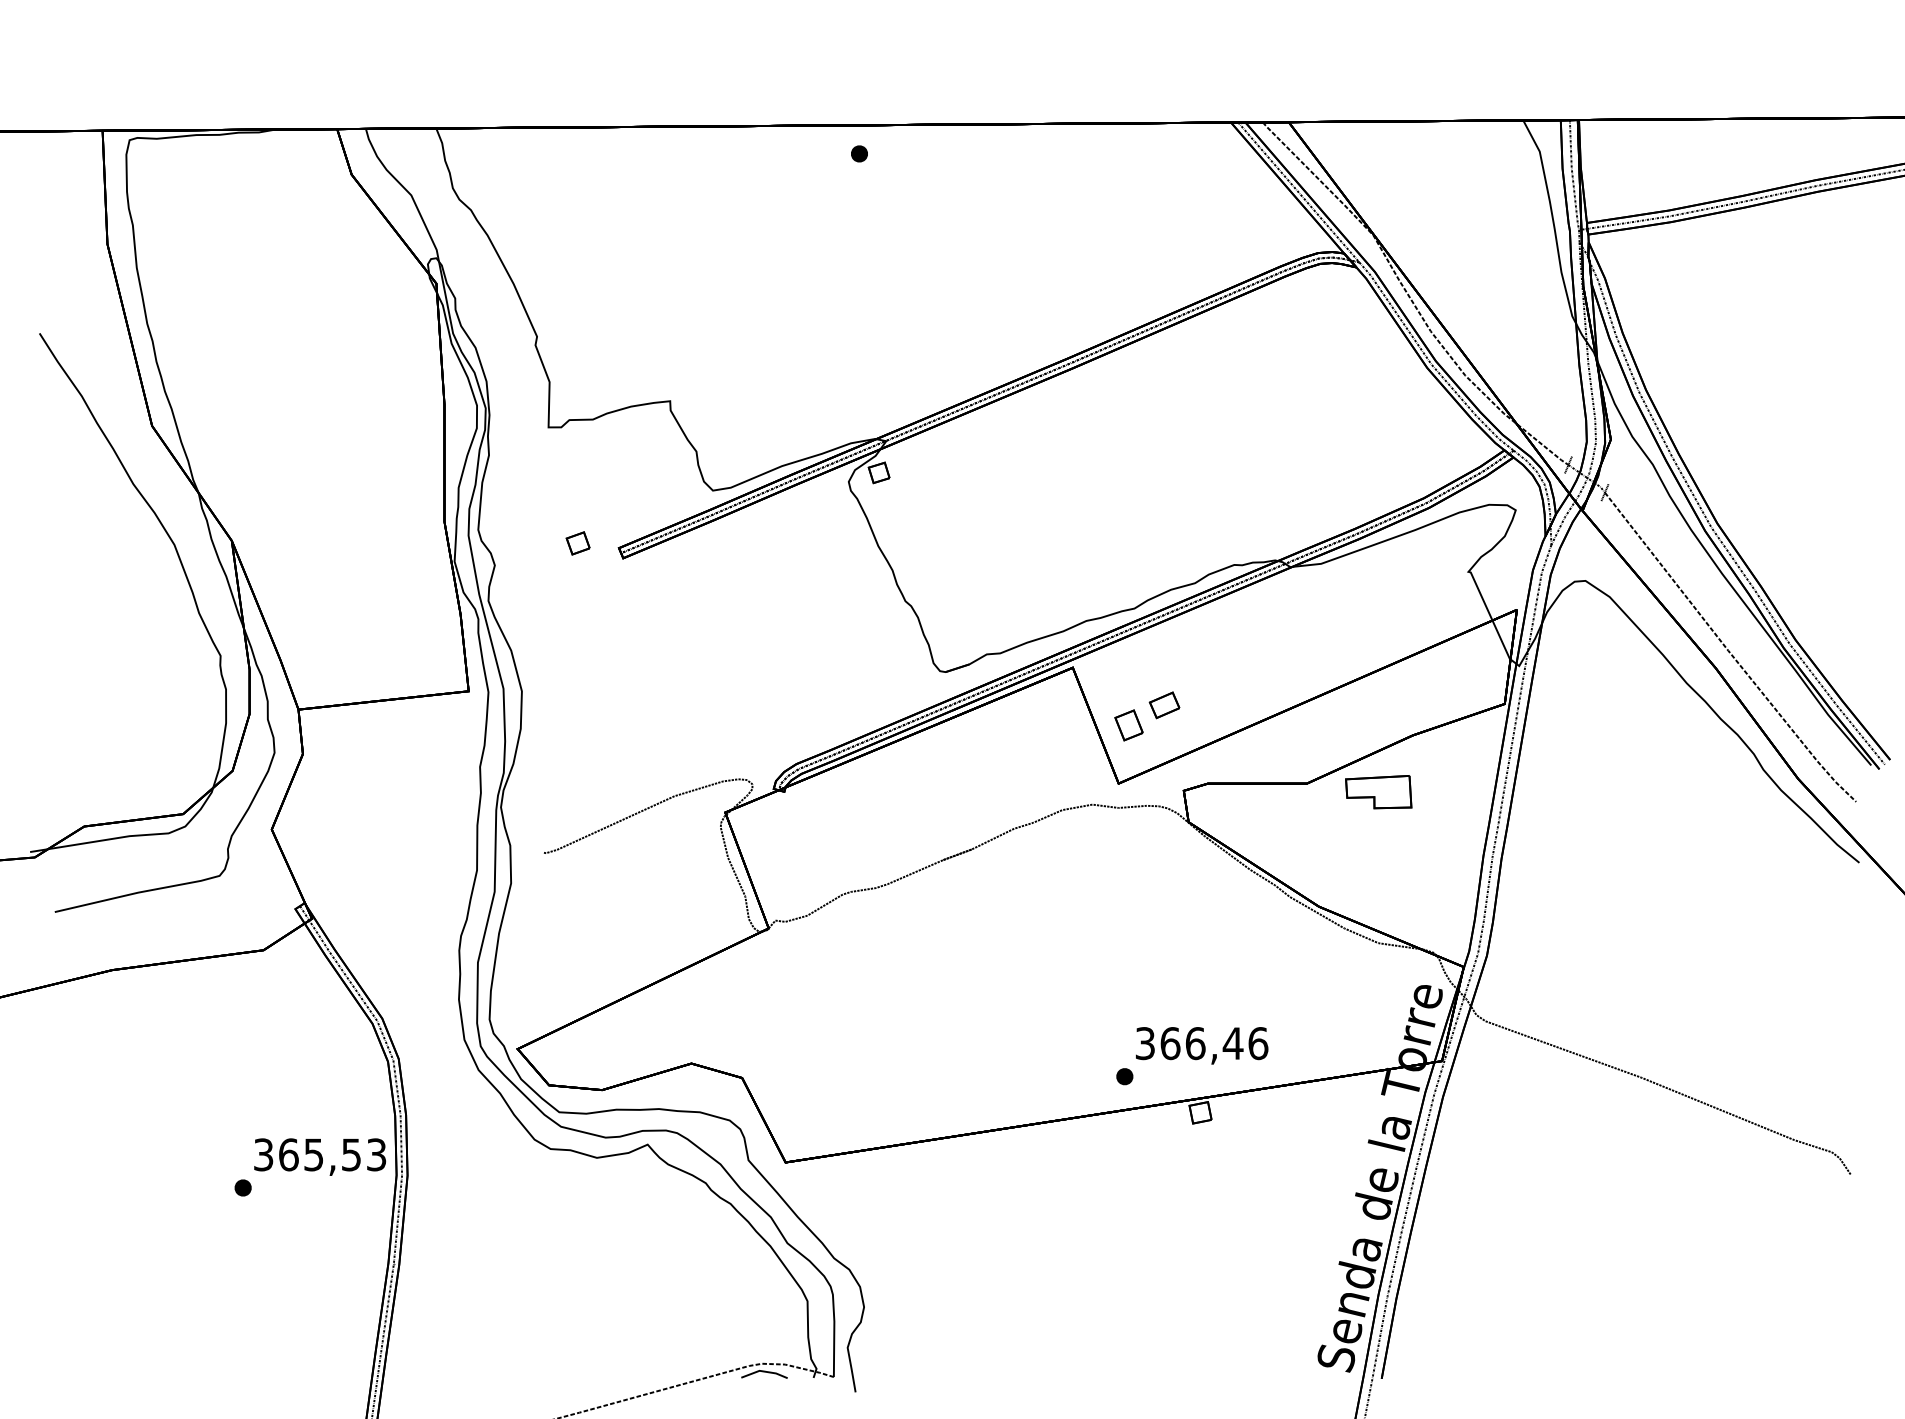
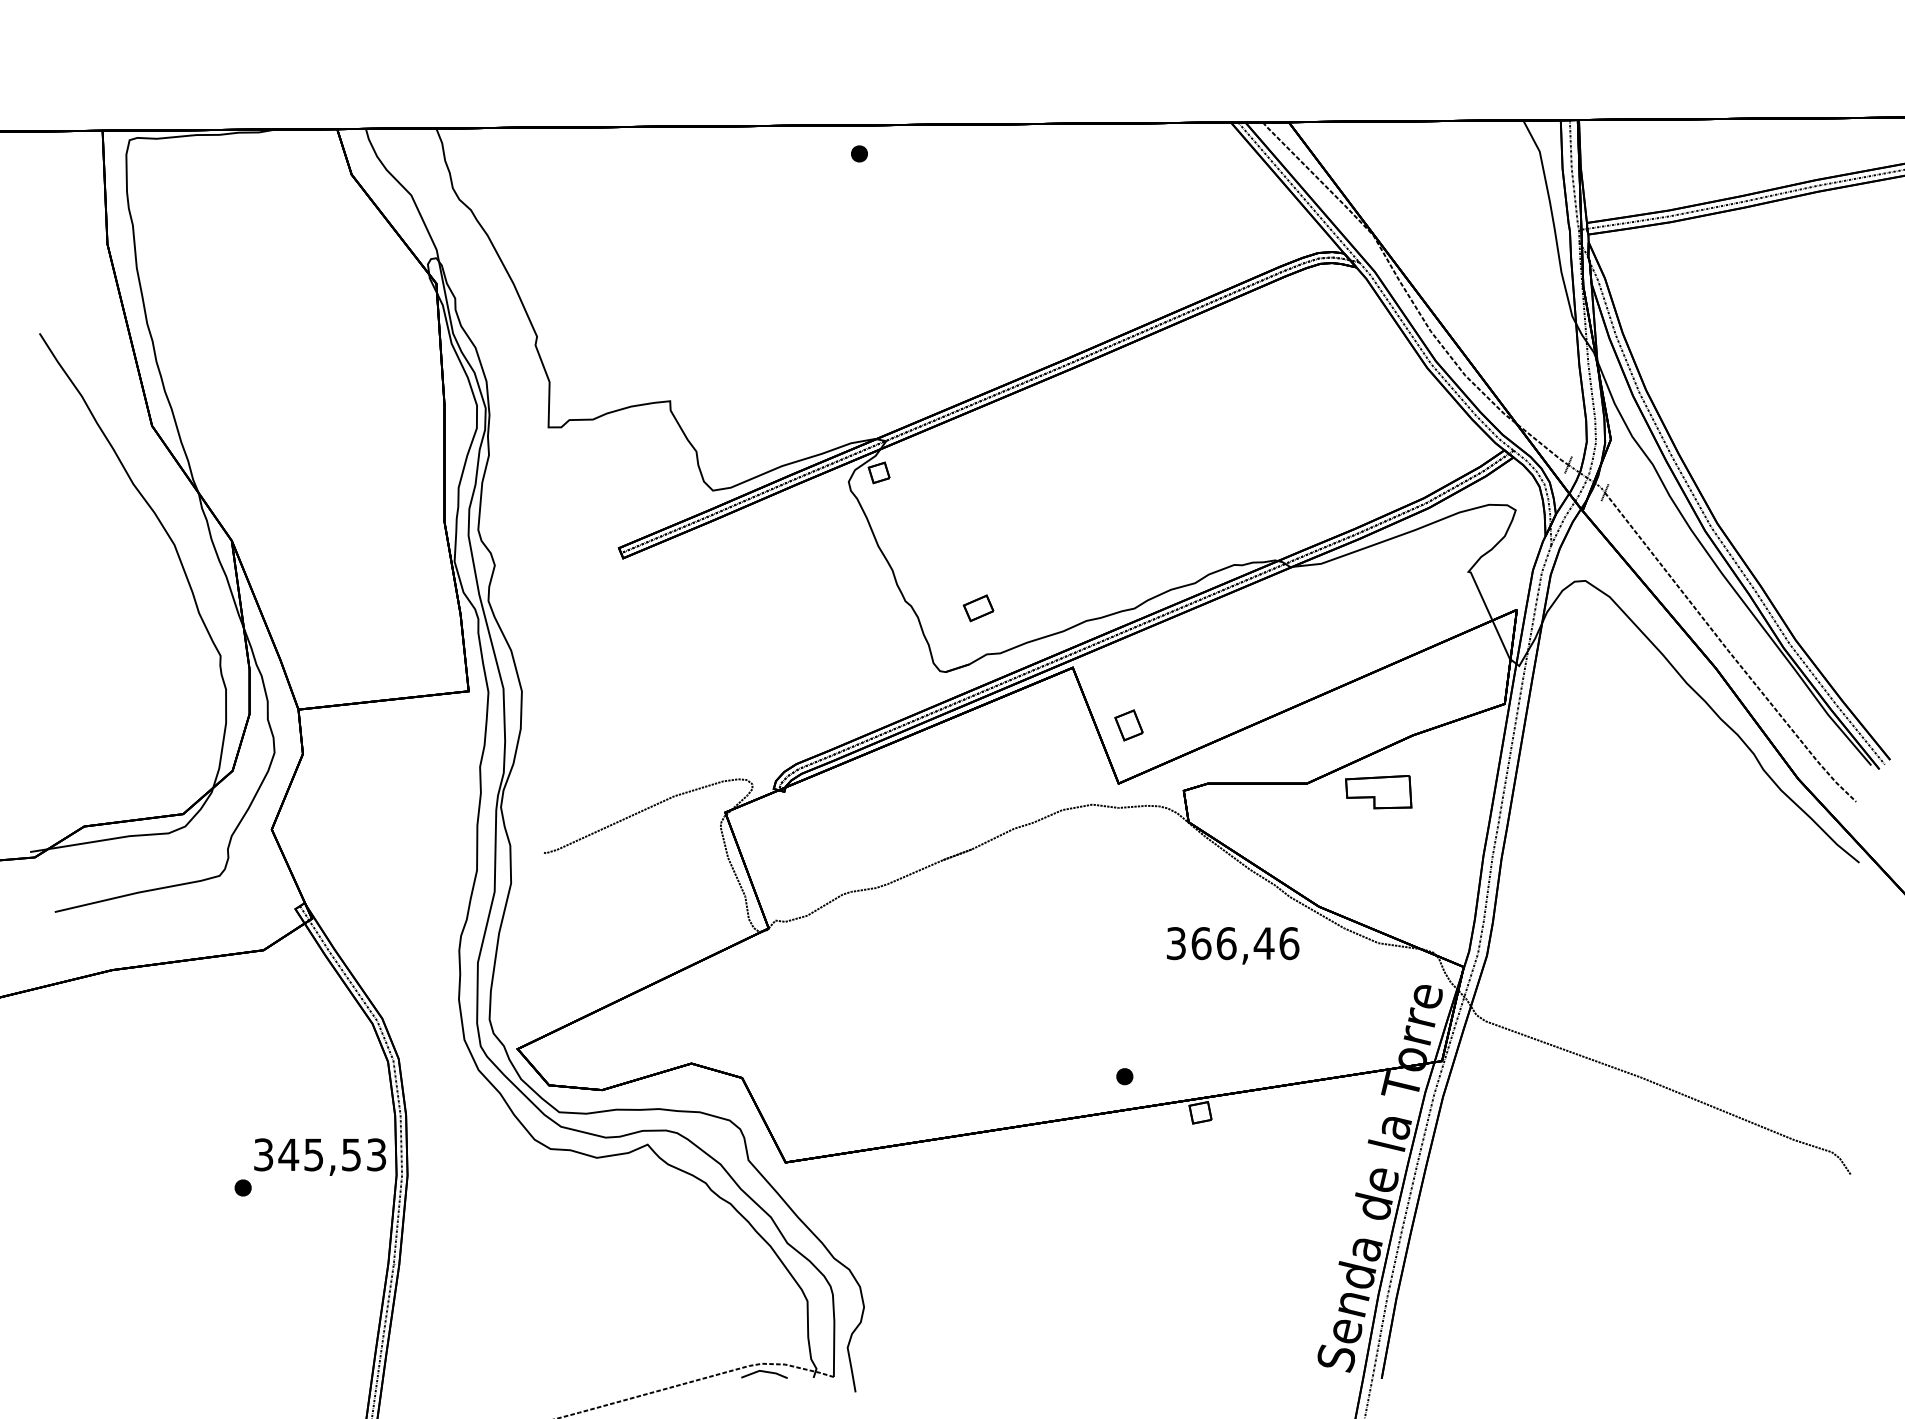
part at (577, 543): present -> none
part at (1164, 705) position: (1164, 705) -> (978, 608)
text at (1202, 1045) position: (1202, 1045) -> (1233, 945)
text at (288, 1154): 365,53 -> 345,53
